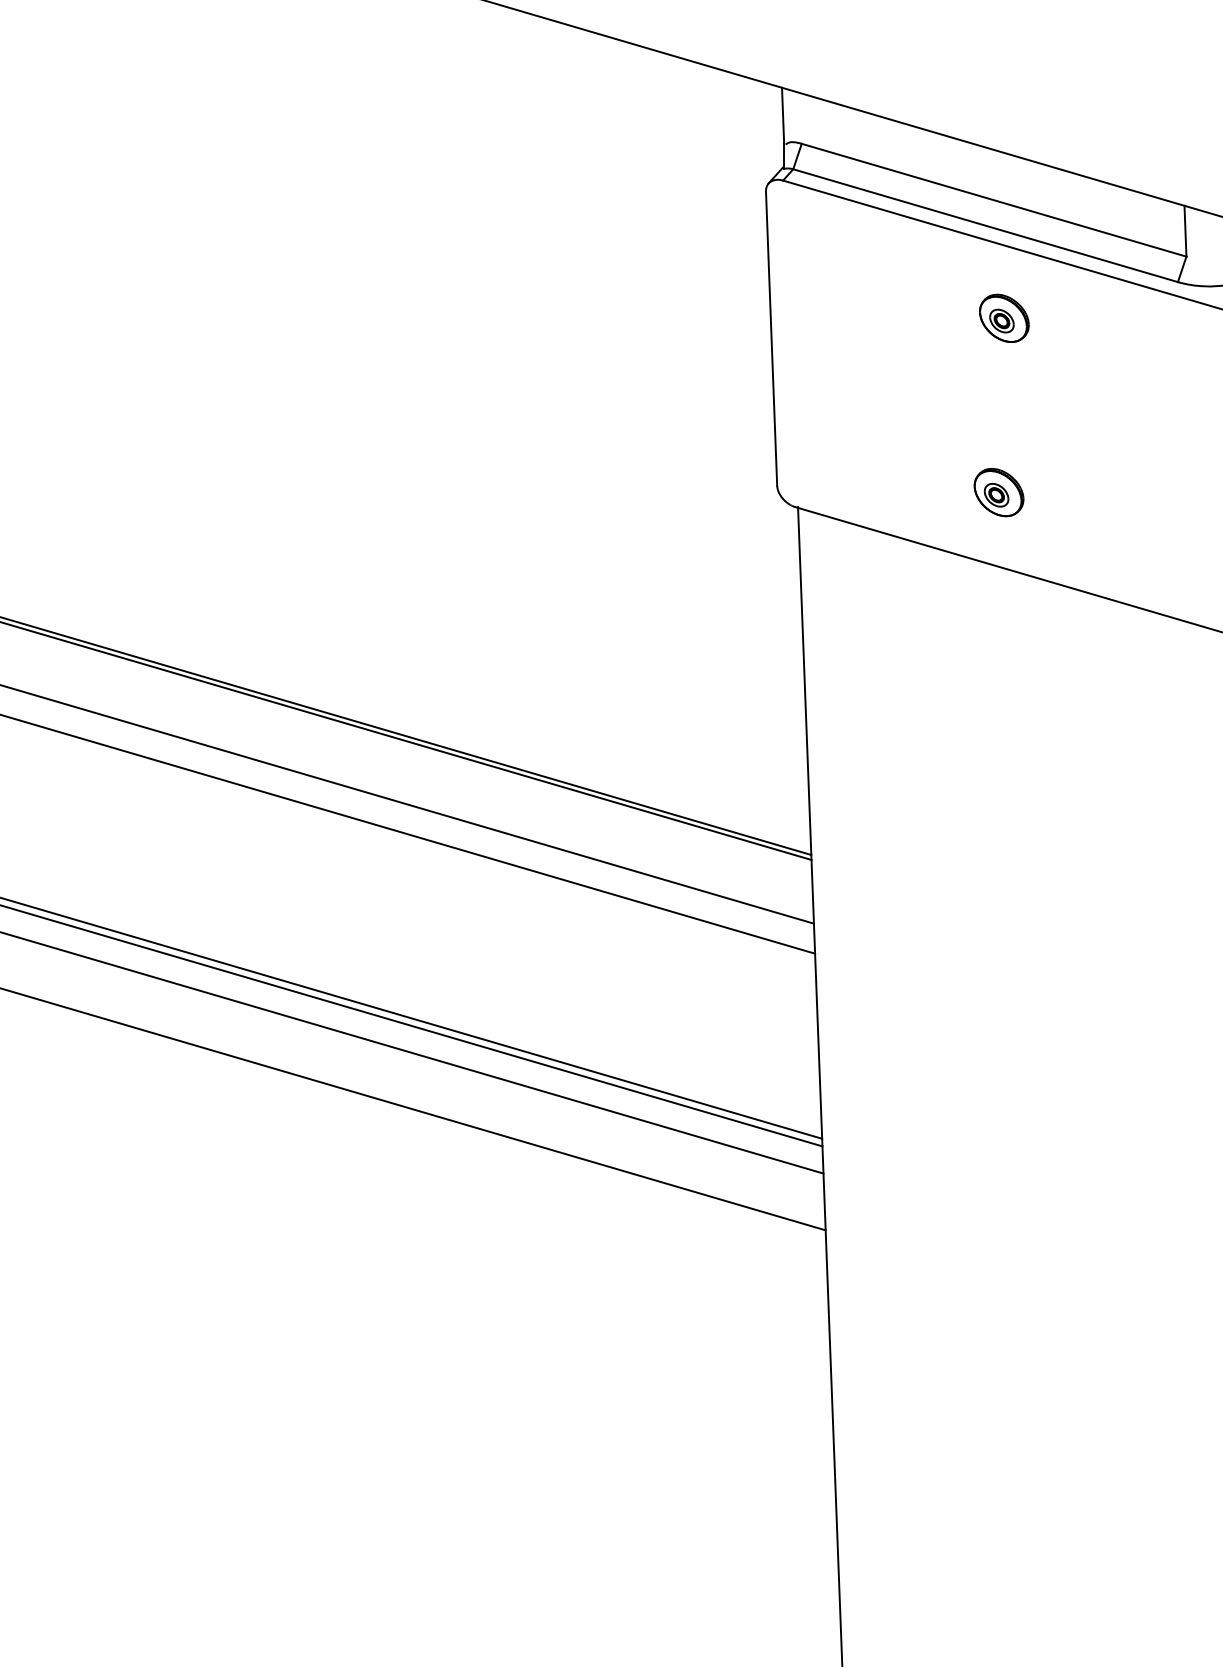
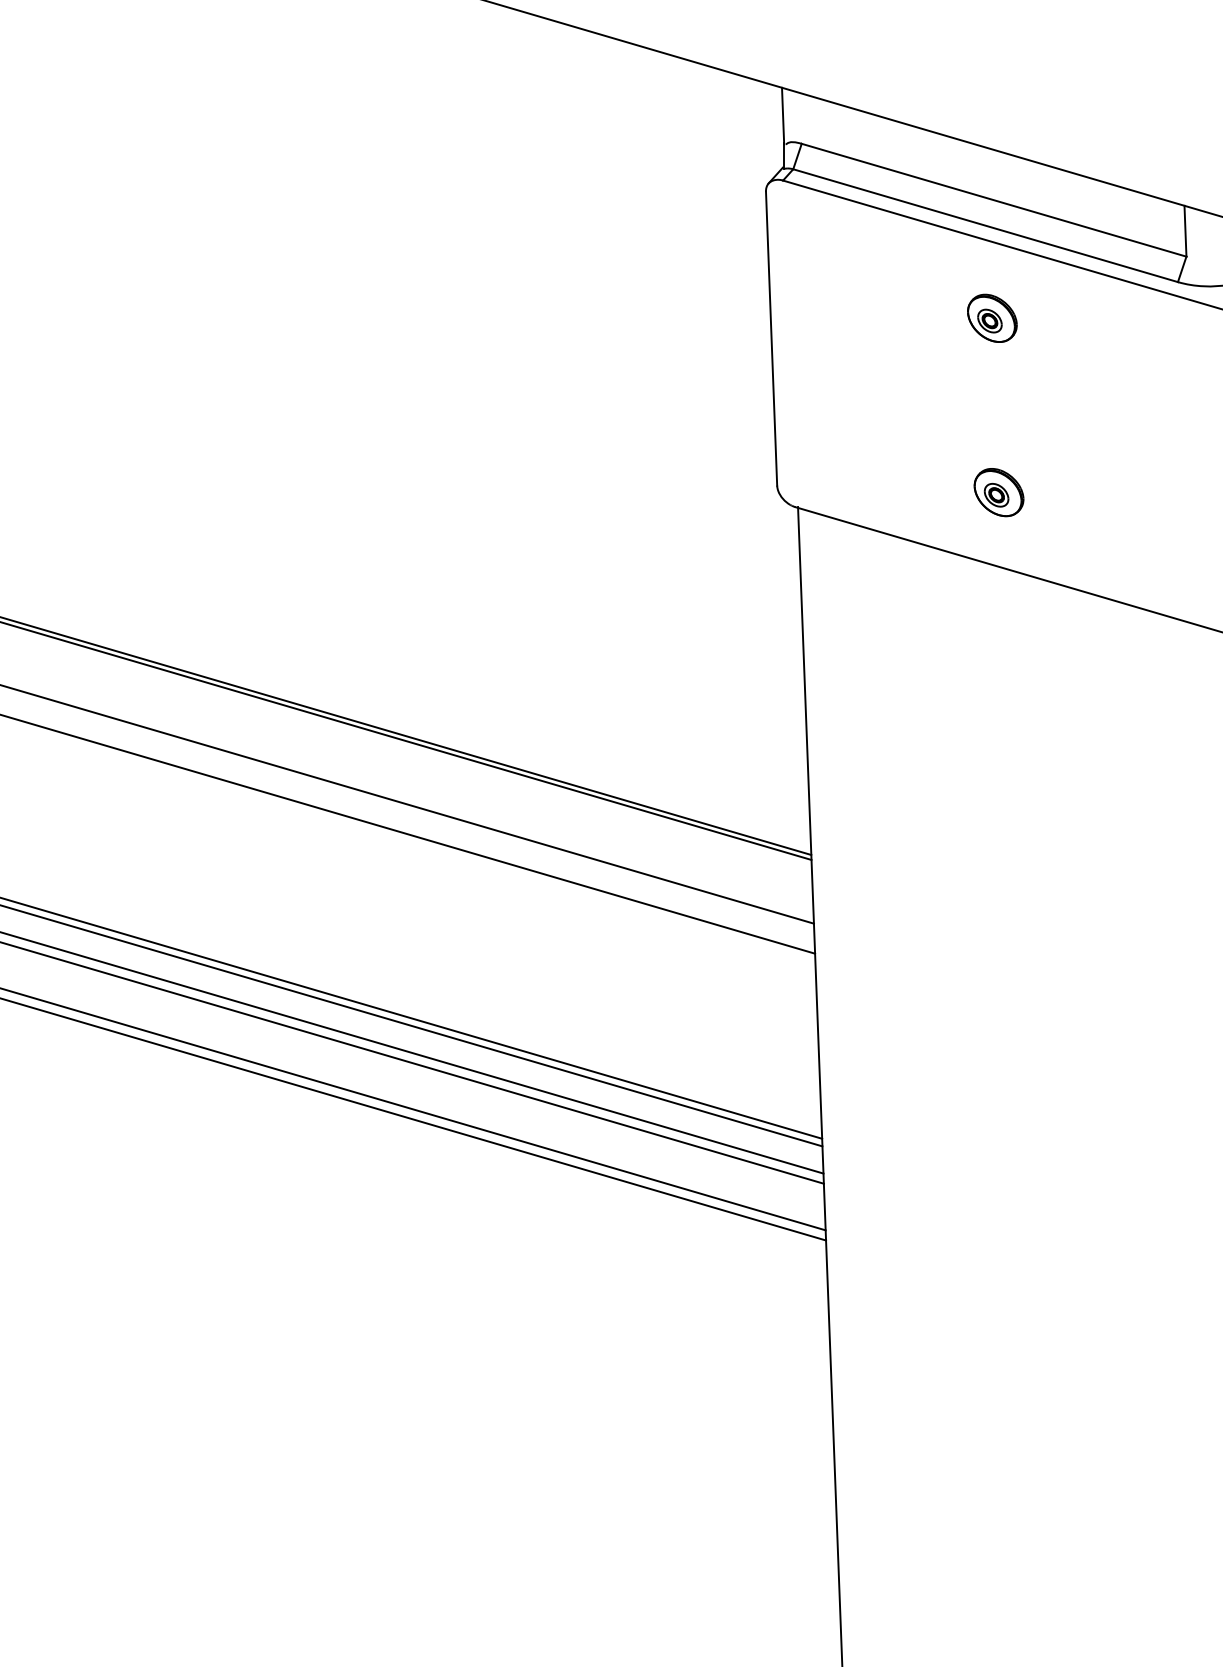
part at (1004, 317) position: (1004, 317) -> (992, 317)
line at (412, 1062): none -> present
line at (414, 1119): none -> present
